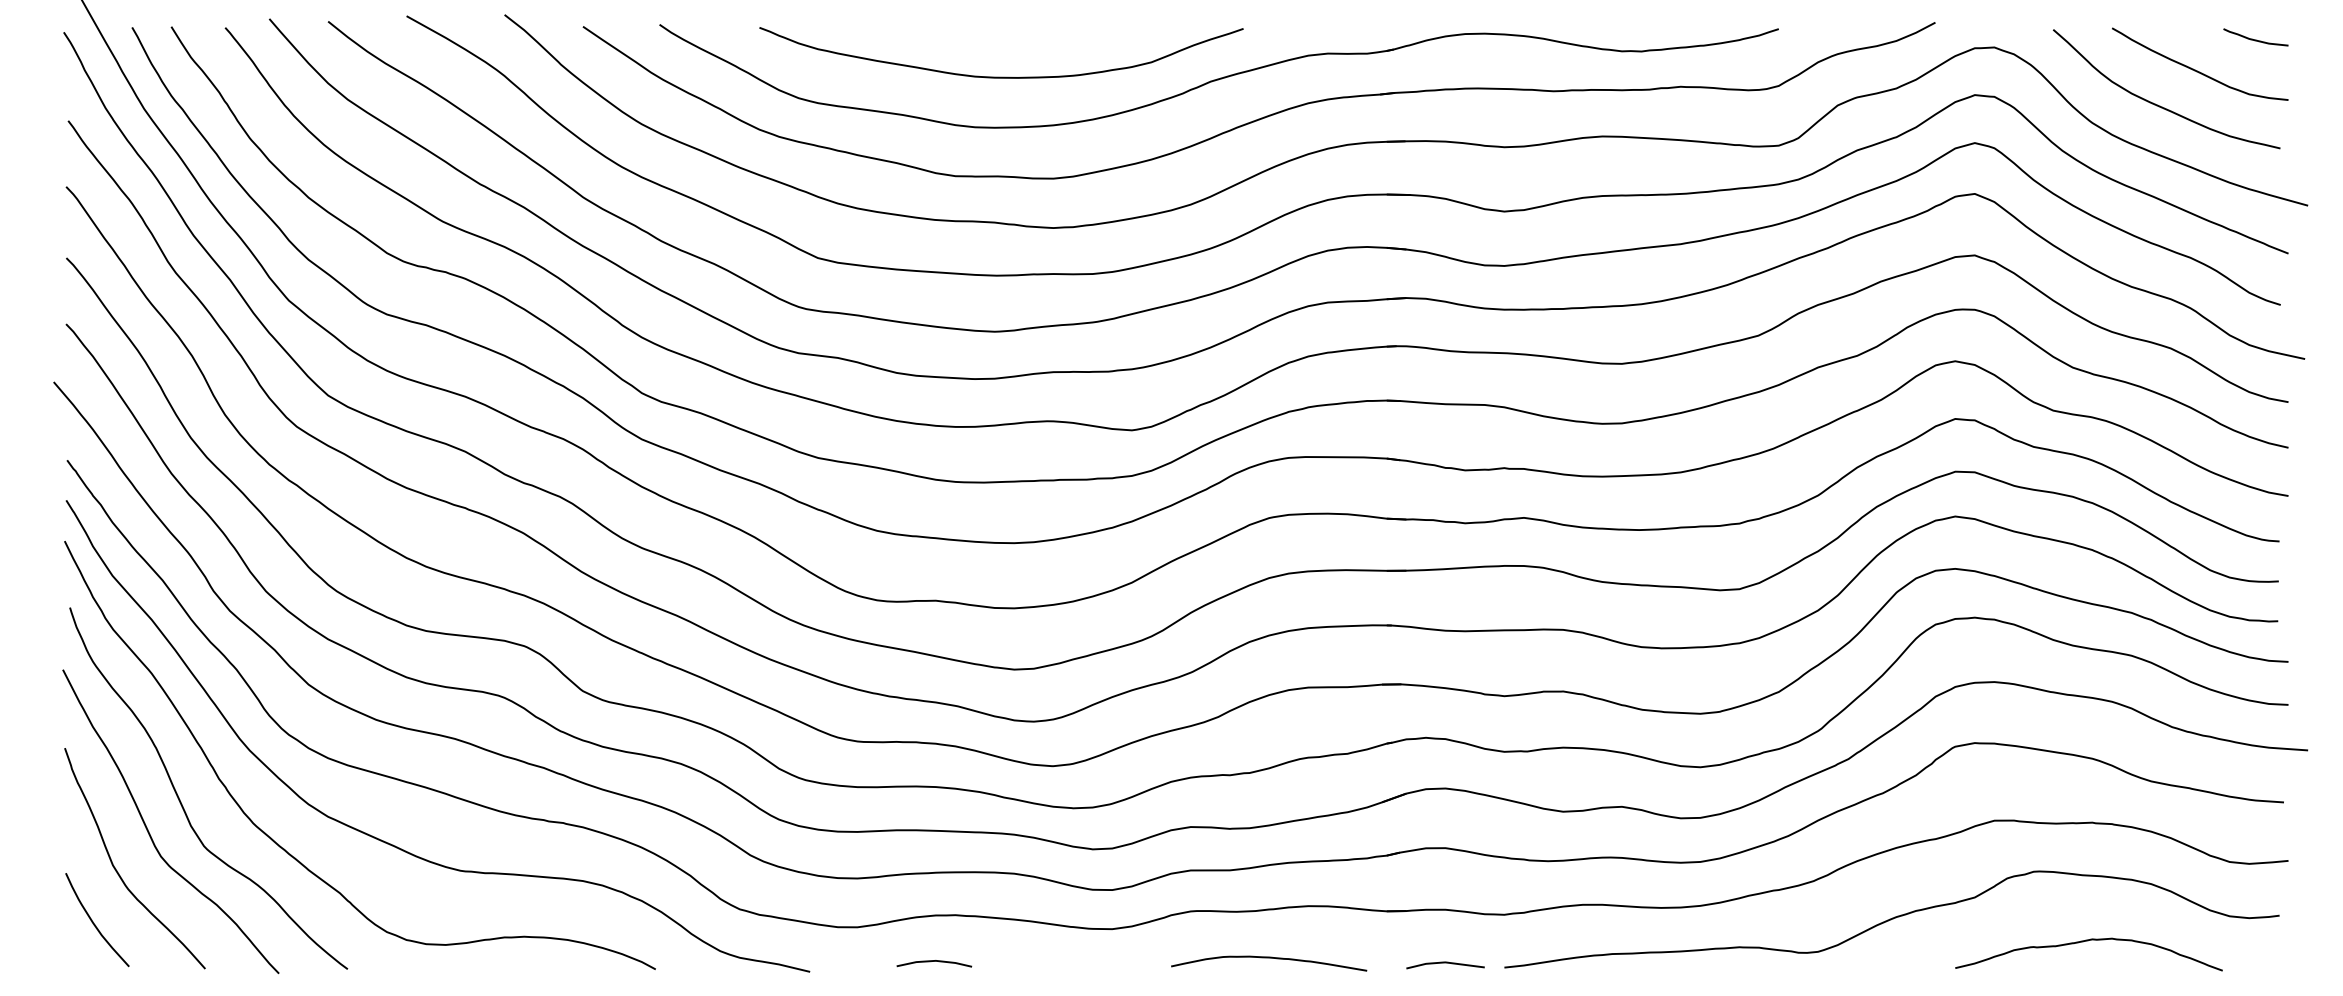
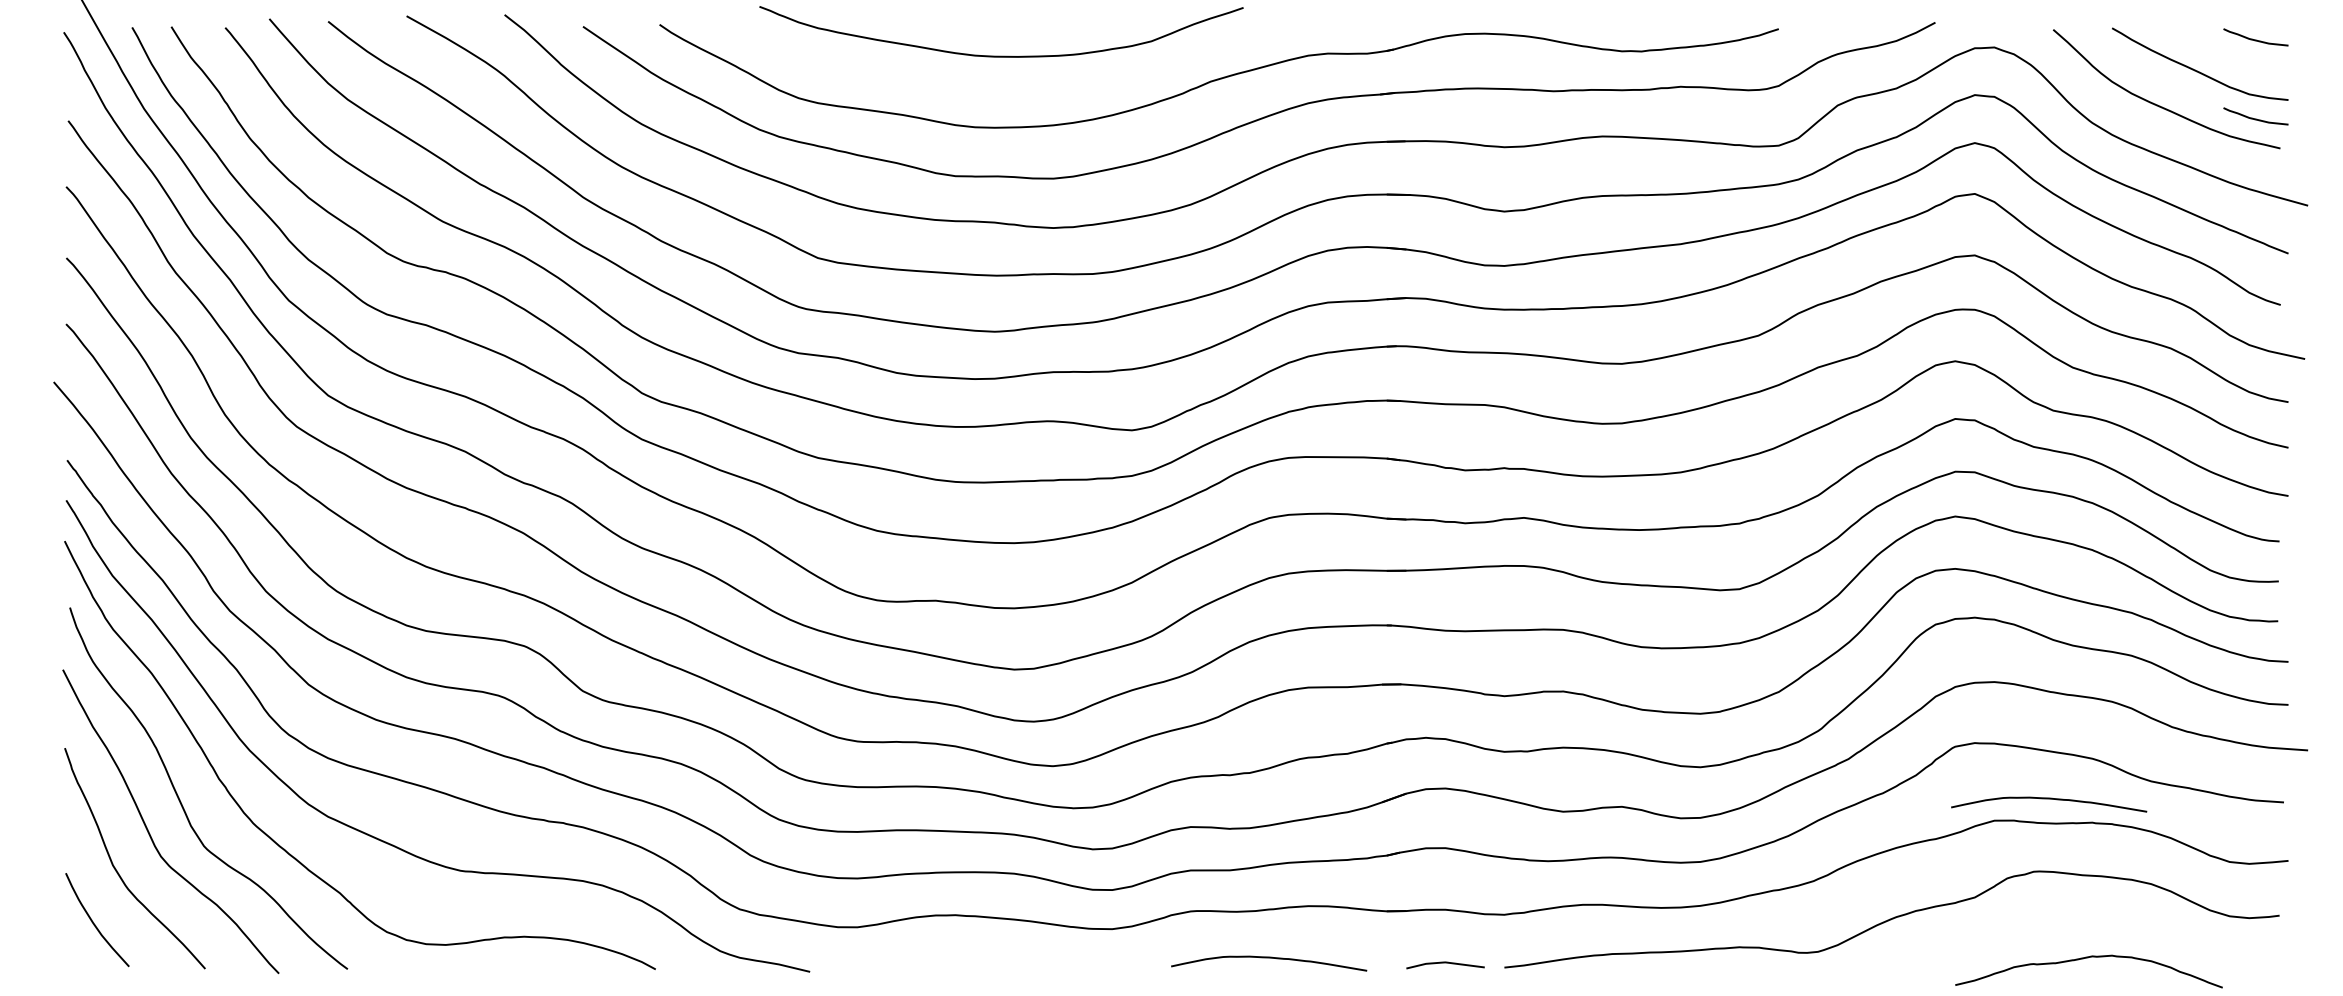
curve at (1001, 76) position: (1001, 76) -> (1001, 55)
curve at (2255, 118): none -> present
curve at (2049, 799): none -> present
curve at (2088, 941) position: (2088, 941) -> (2088, 958)
line at (934, 961): present -> none
